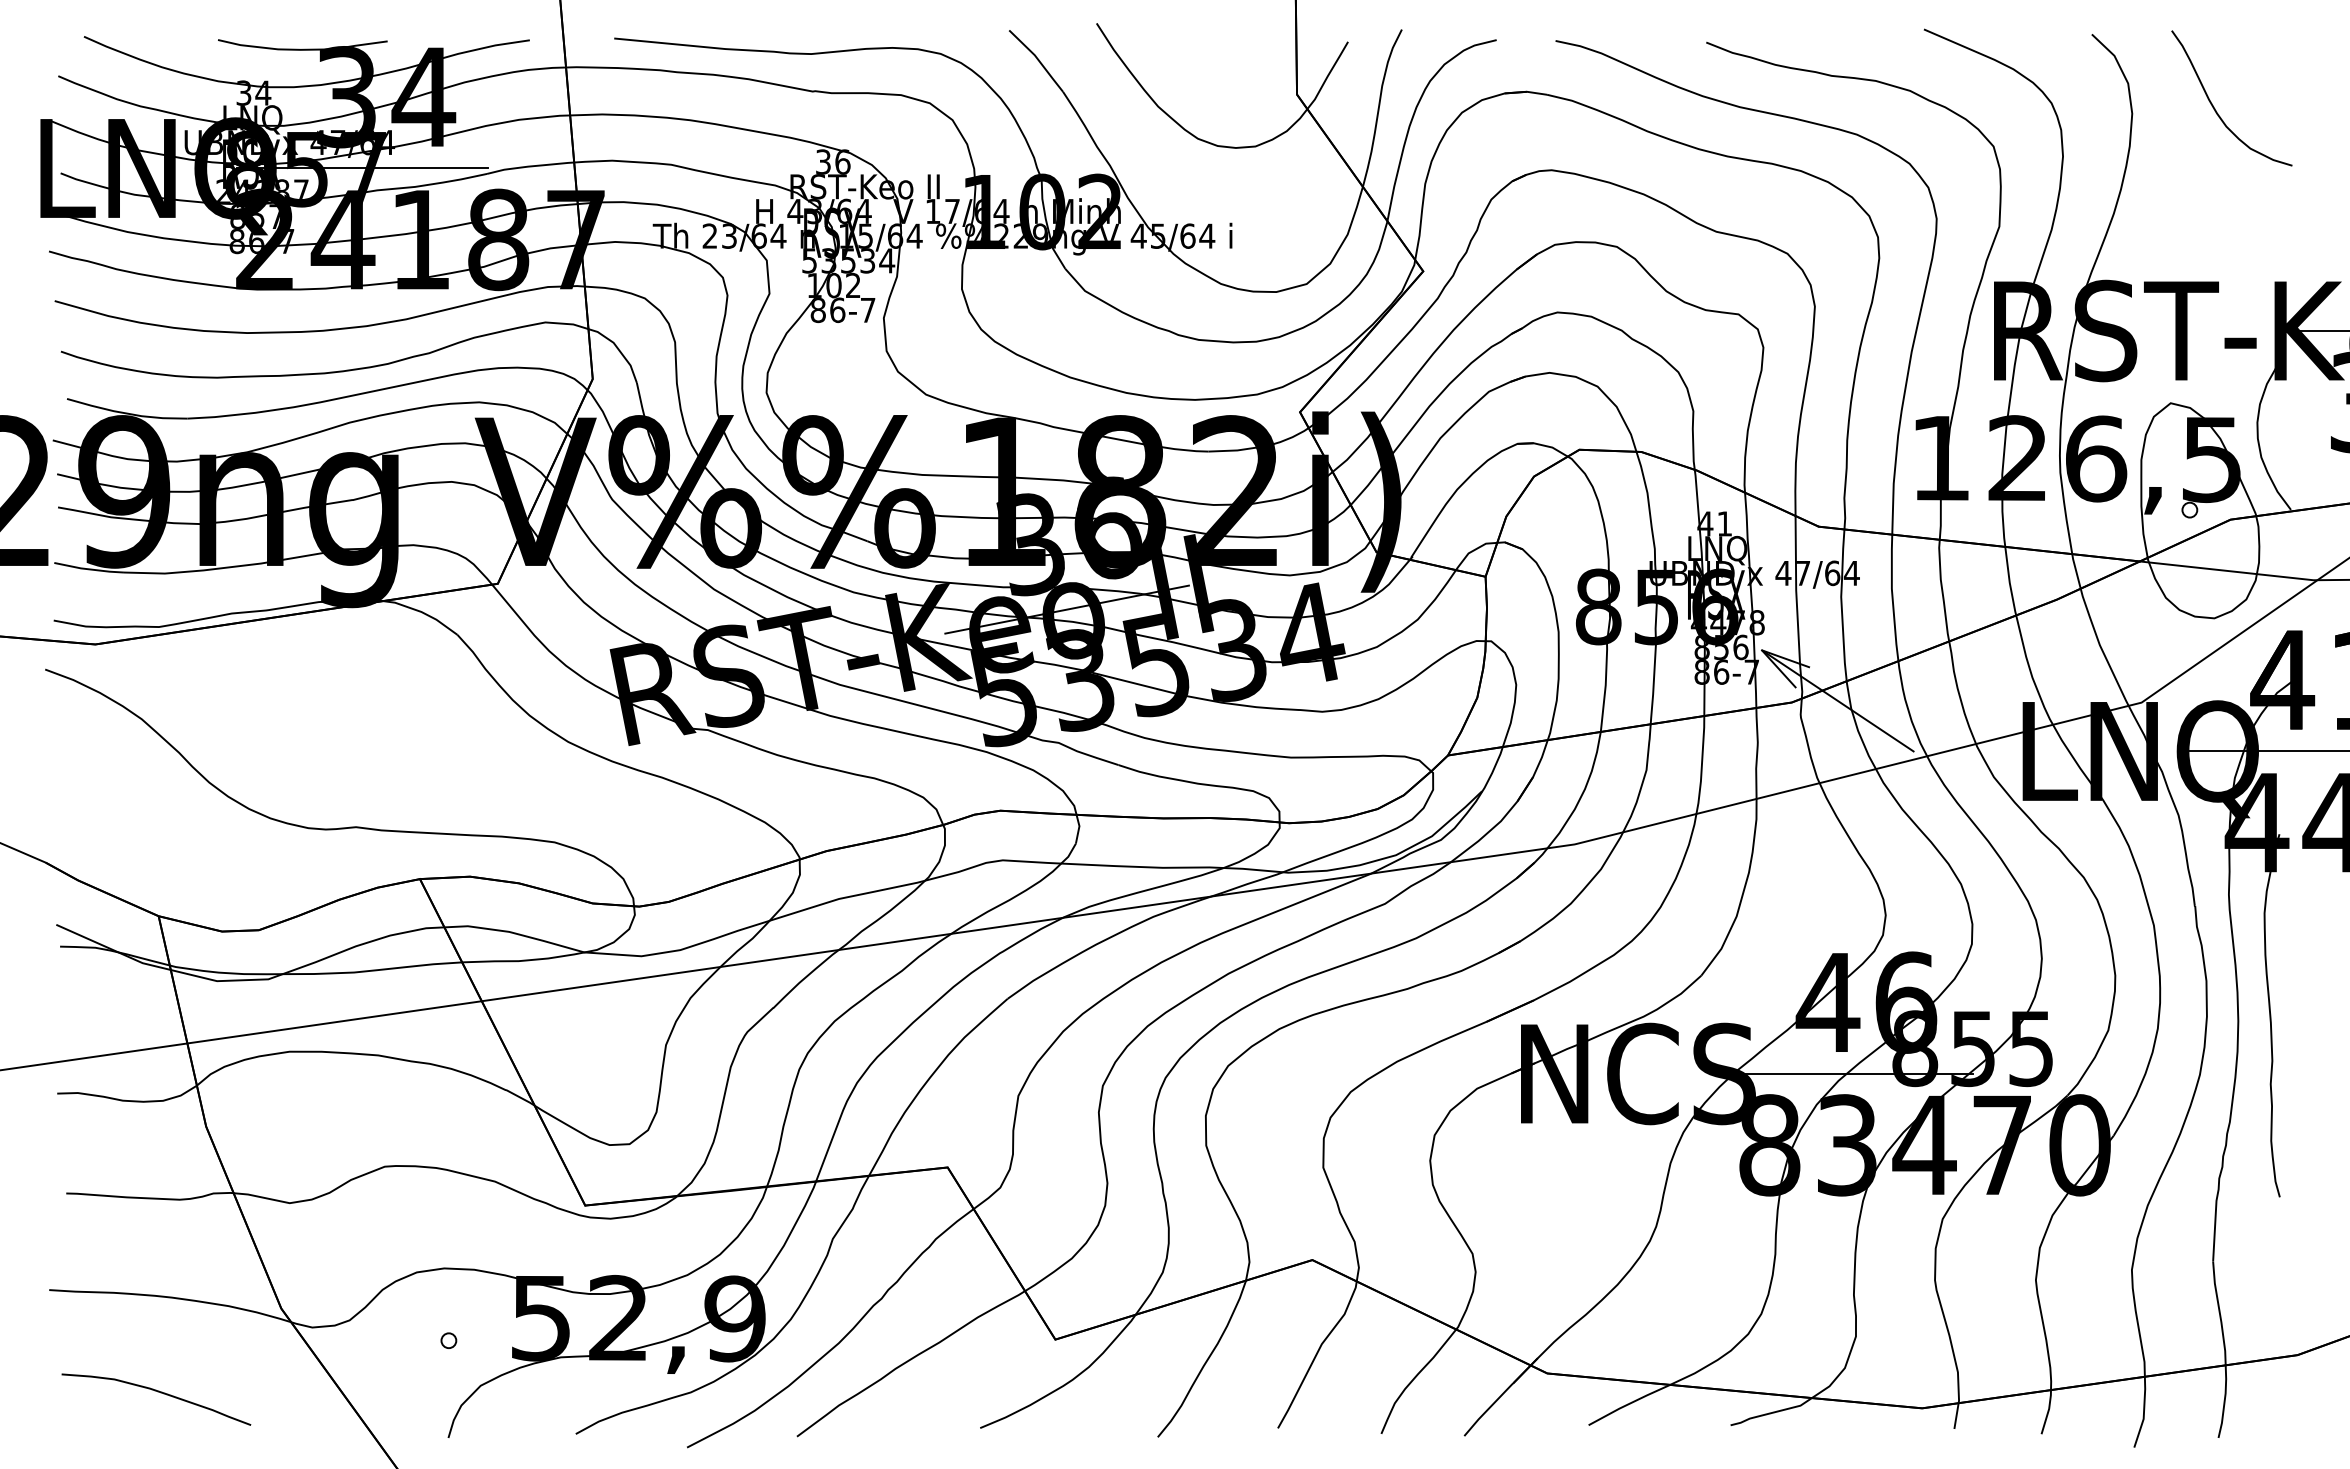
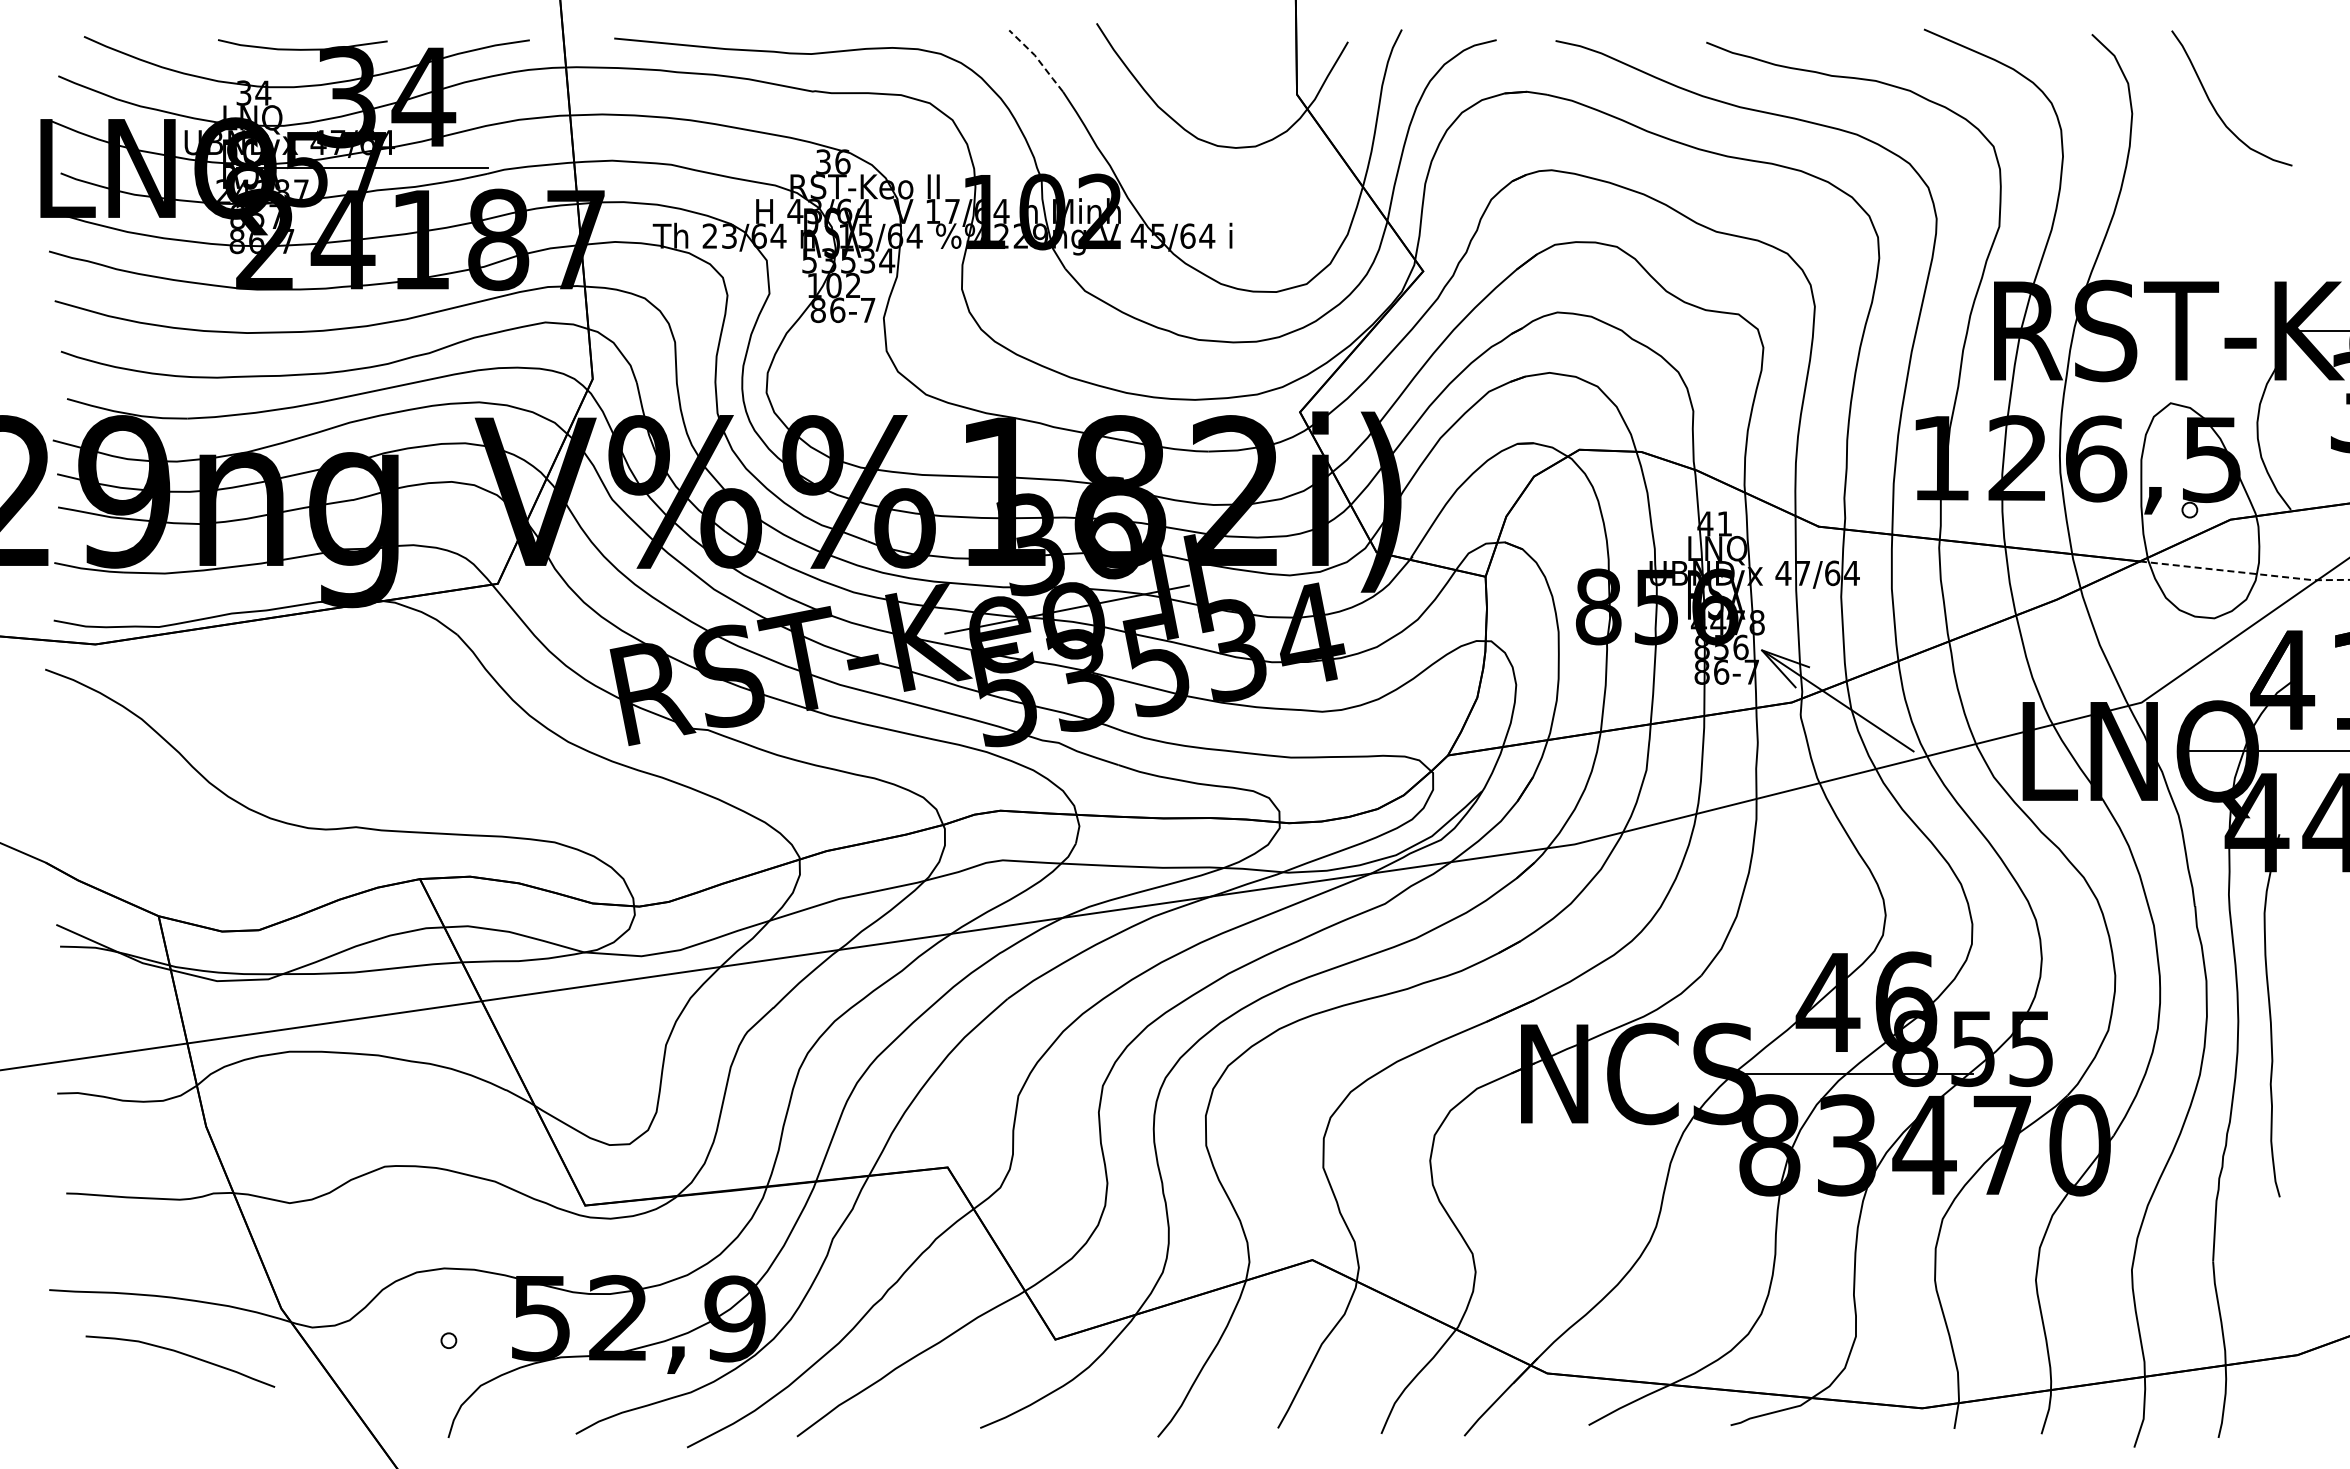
line at (1037, 59): solid -> dashed
line at (2246, 572): solid -> dashed
curve at (157, 1392) position: (157, 1392) -> (181, 1354)
